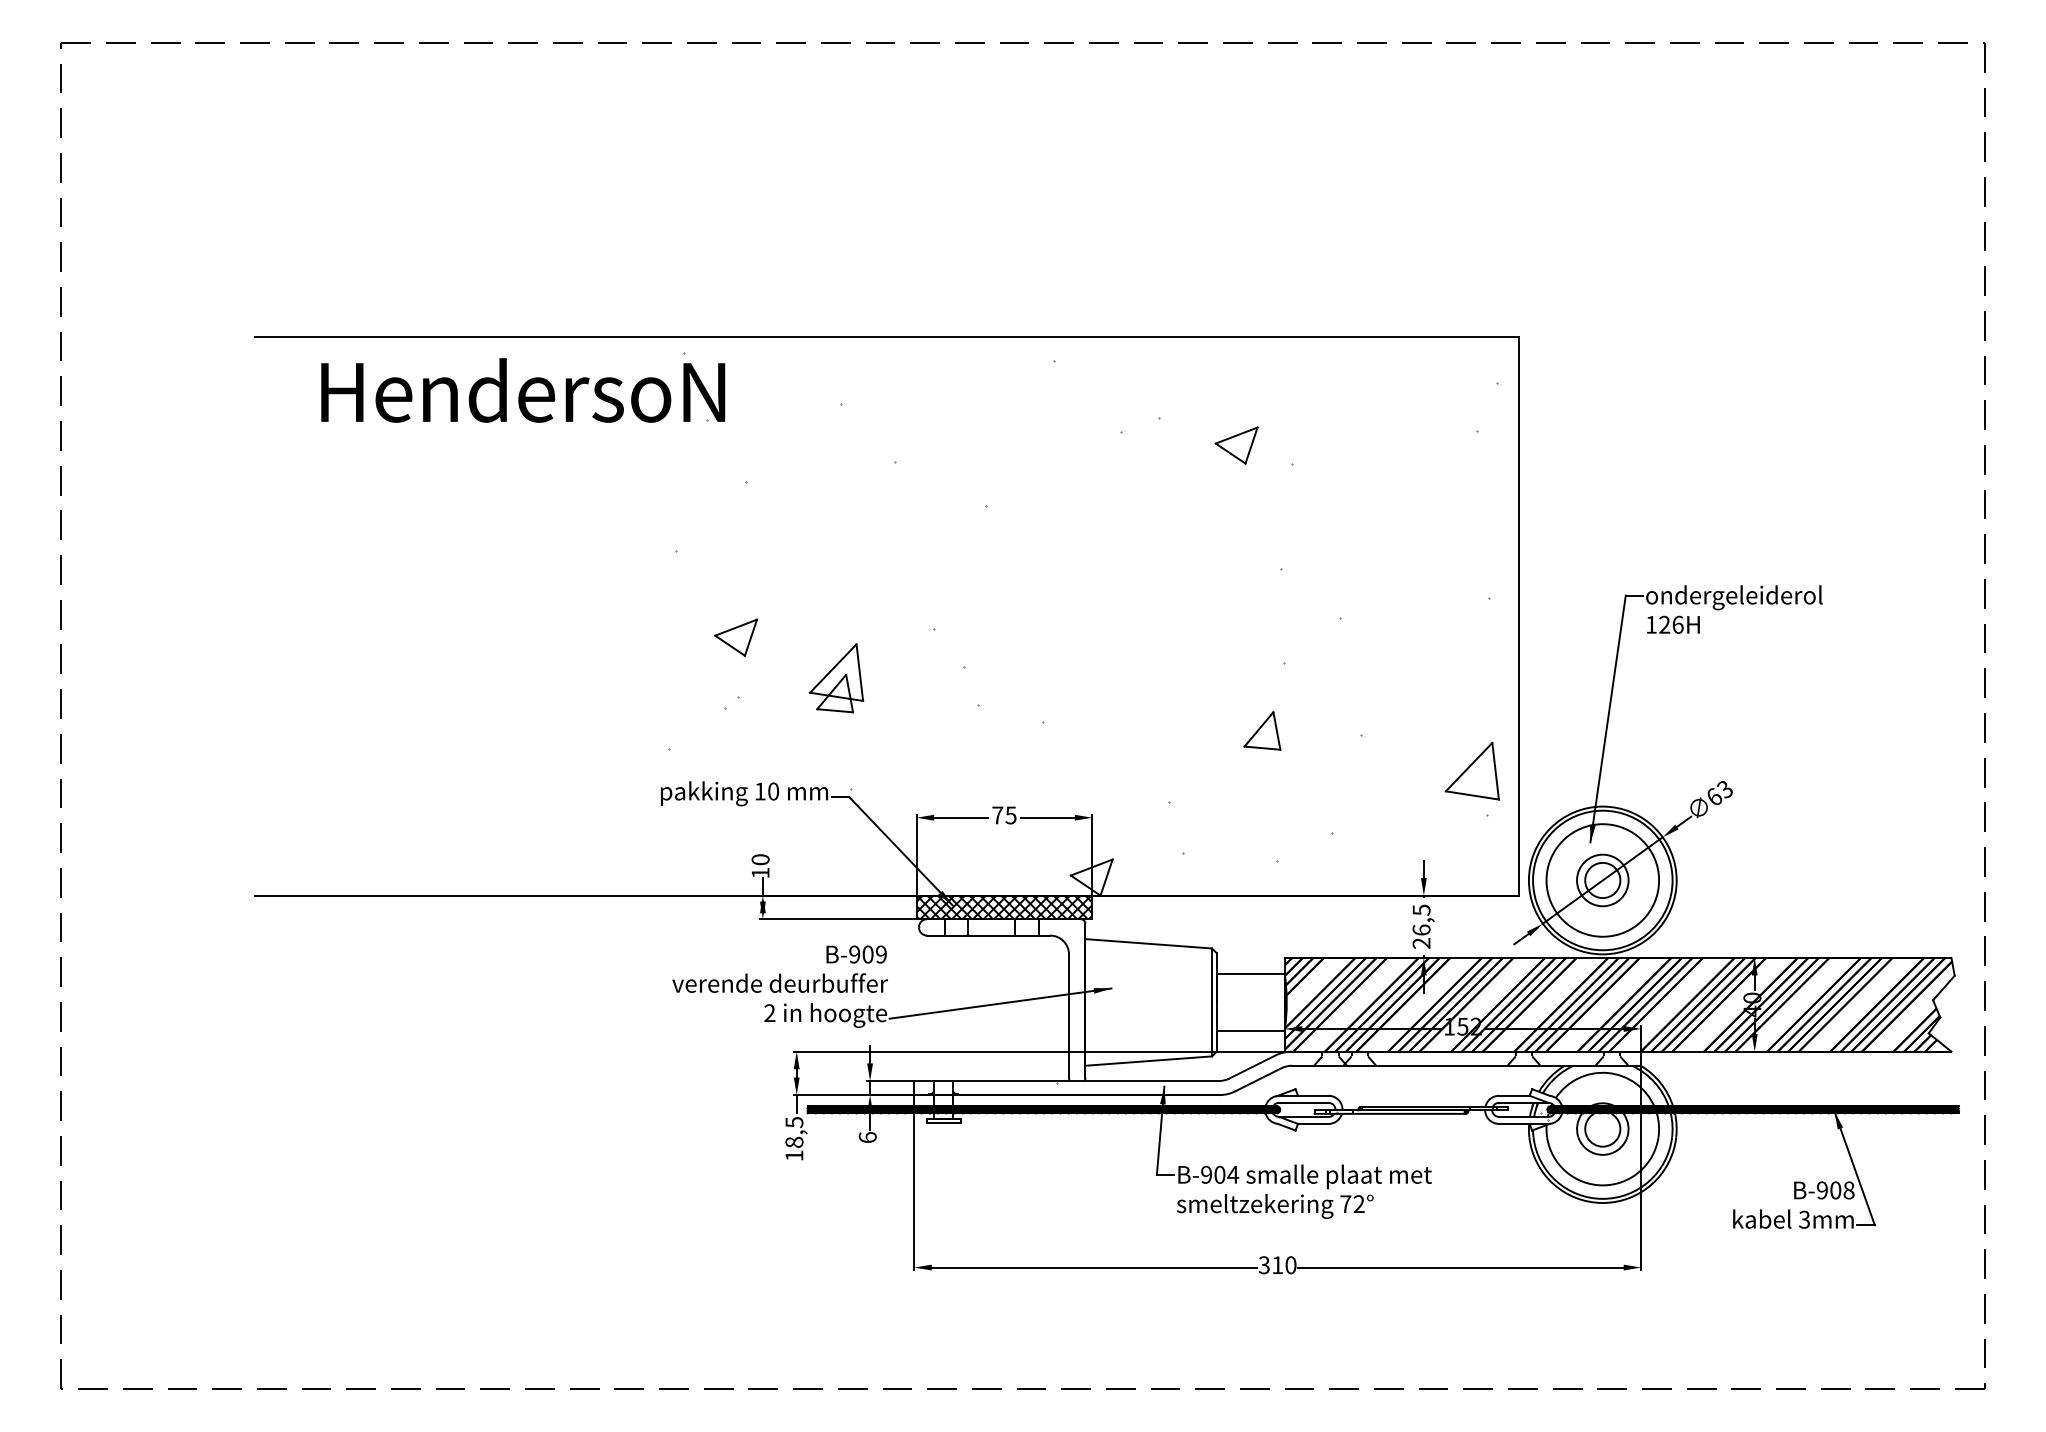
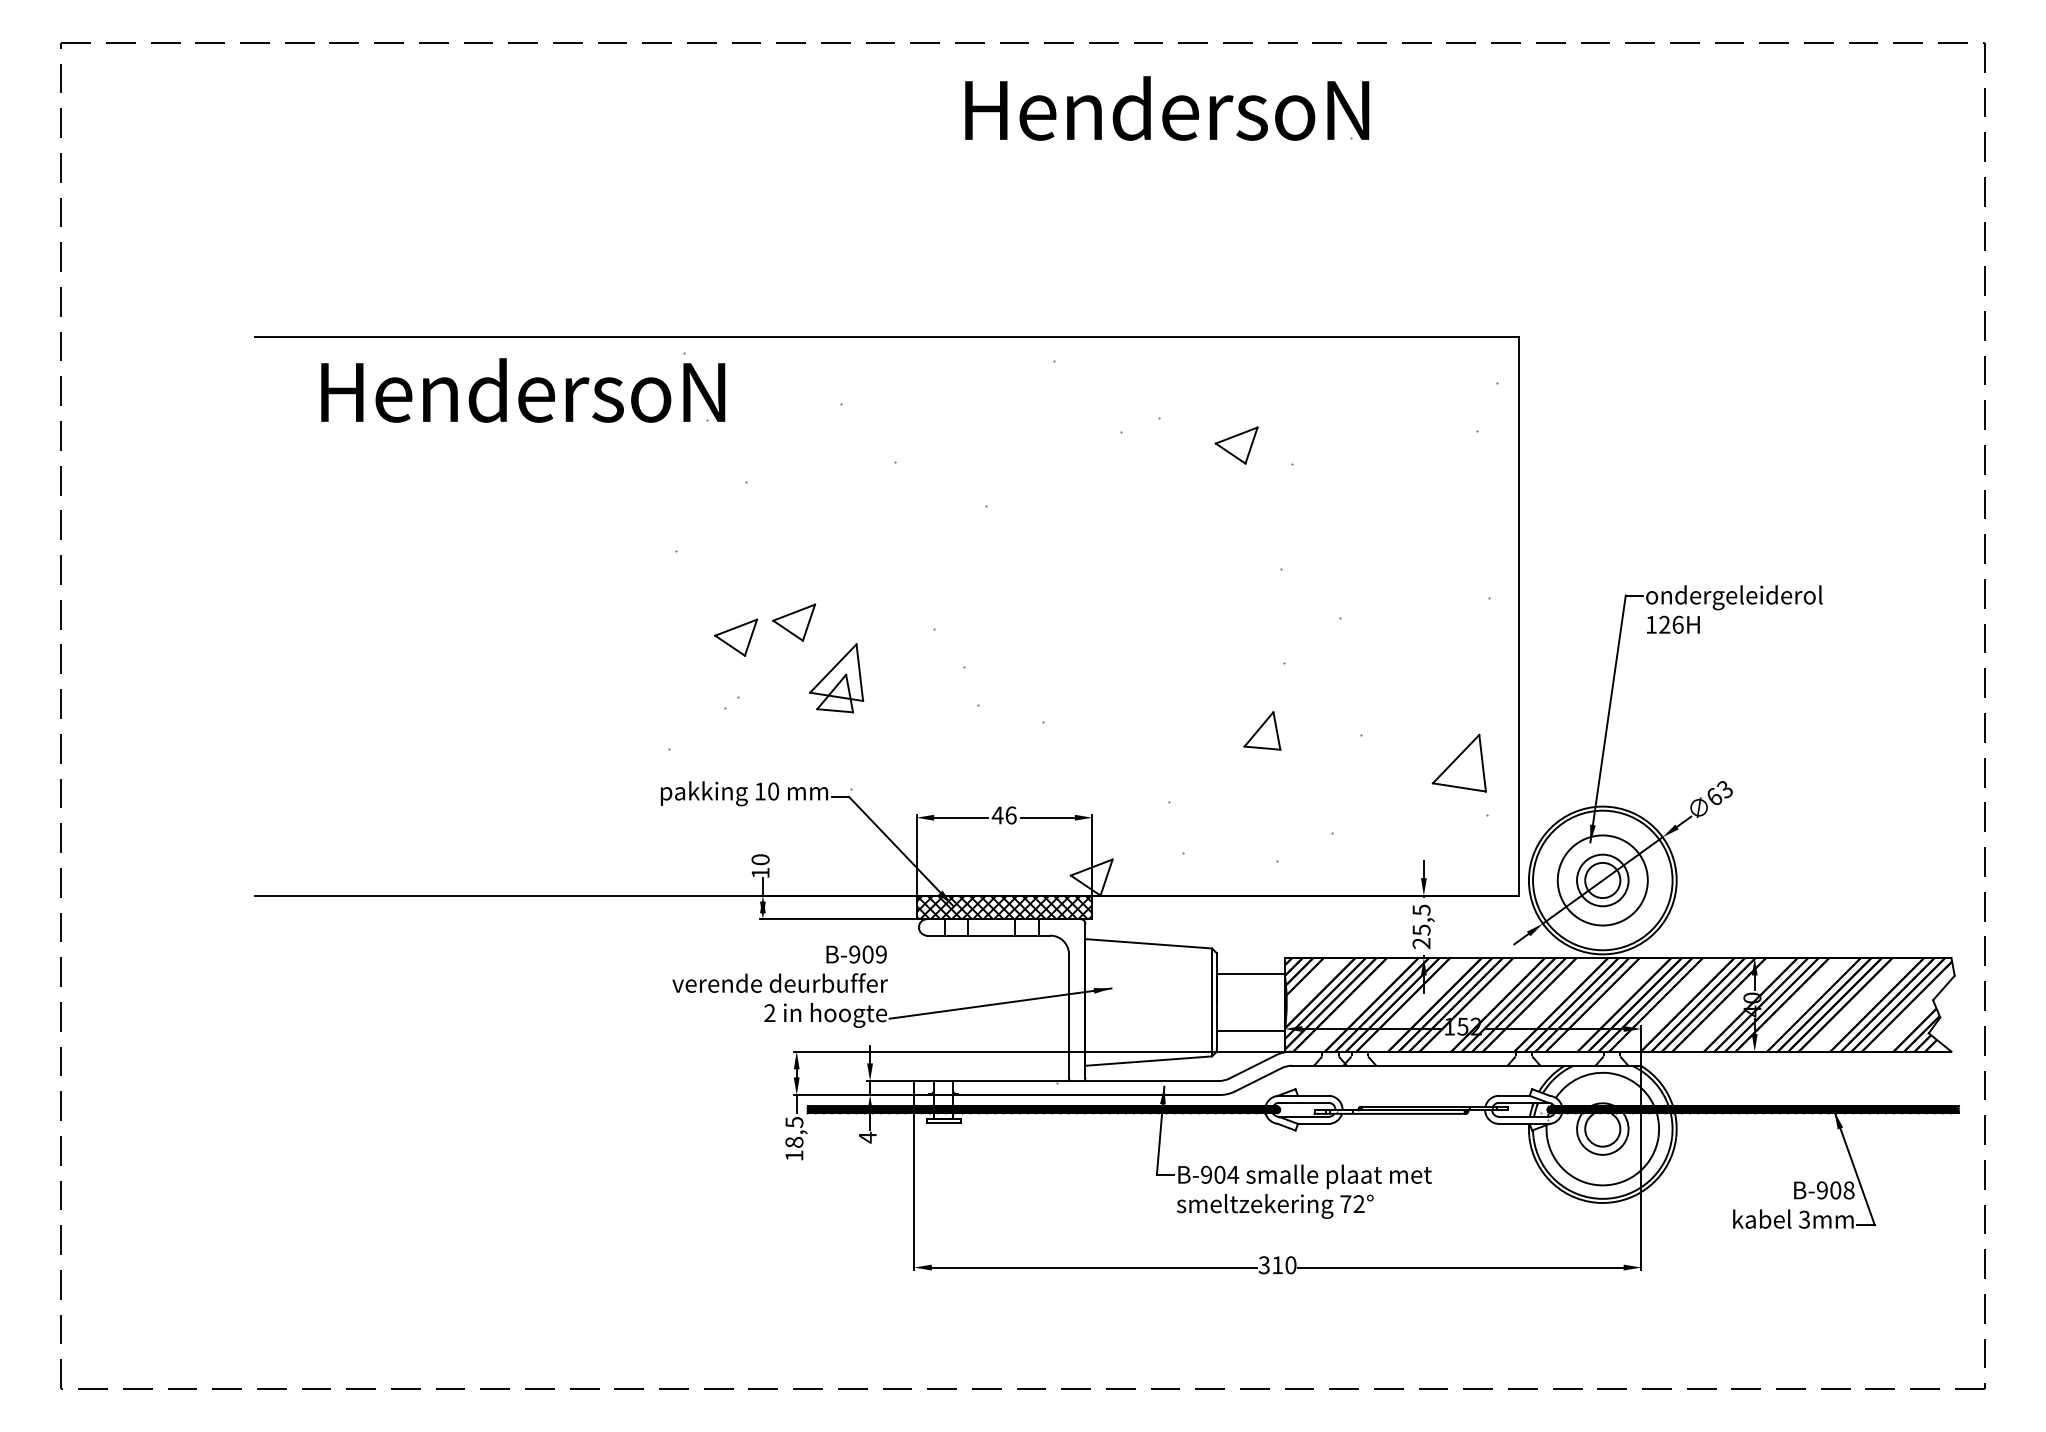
part at (1167, 108): none -> present
part at (794, 622): none -> present
part at (1471, 770) position: (1471, 770) -> (1458, 762)
text at (1003, 815): 75 -> 46
circle at (1602, 880) diameter: 113 px -> 90 px
text at (1421, 929): 26,5 -> 25,5
text at (867, 1137): 6 -> 4
